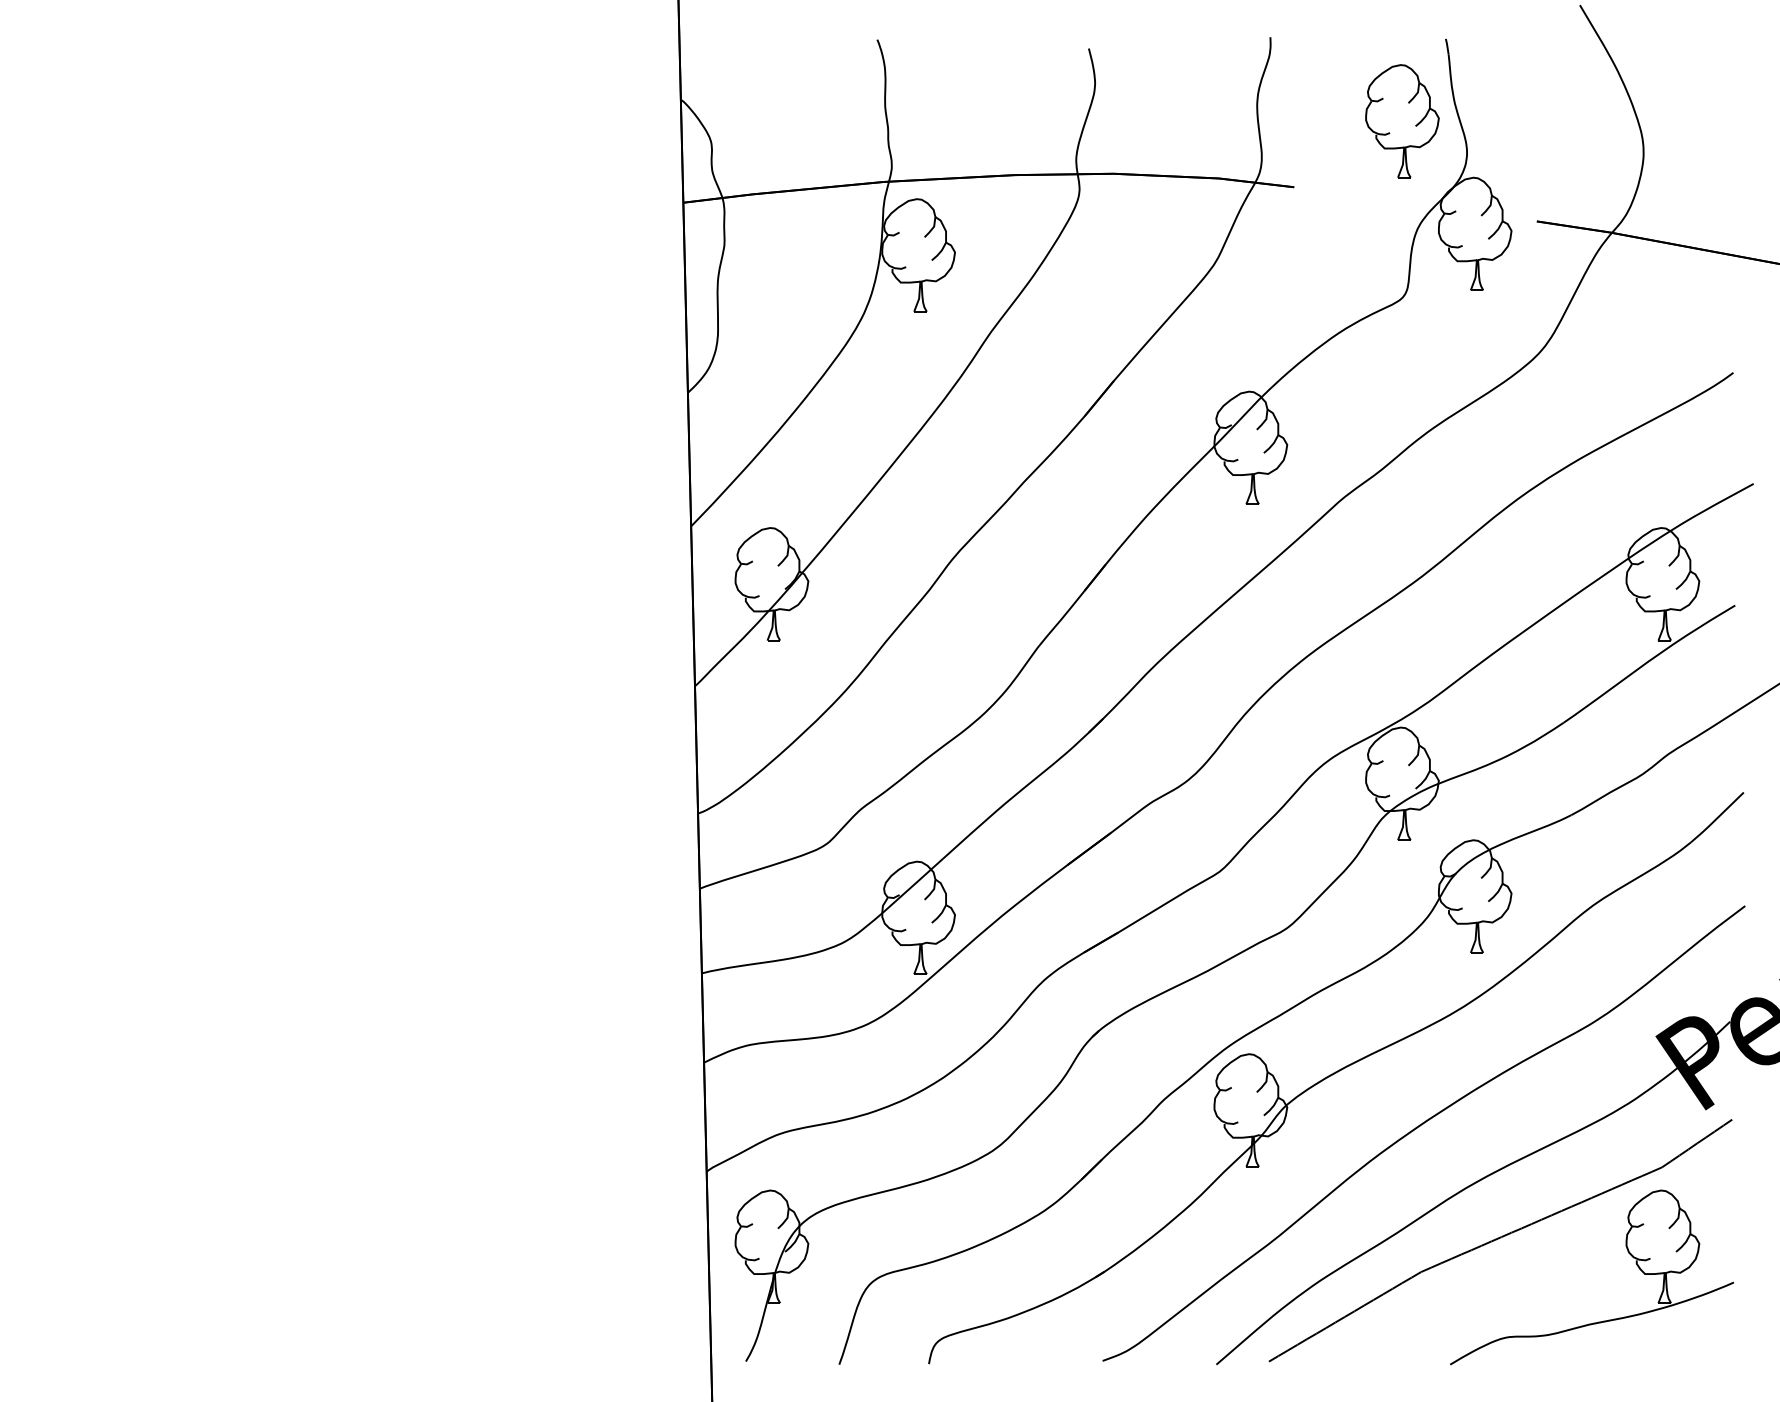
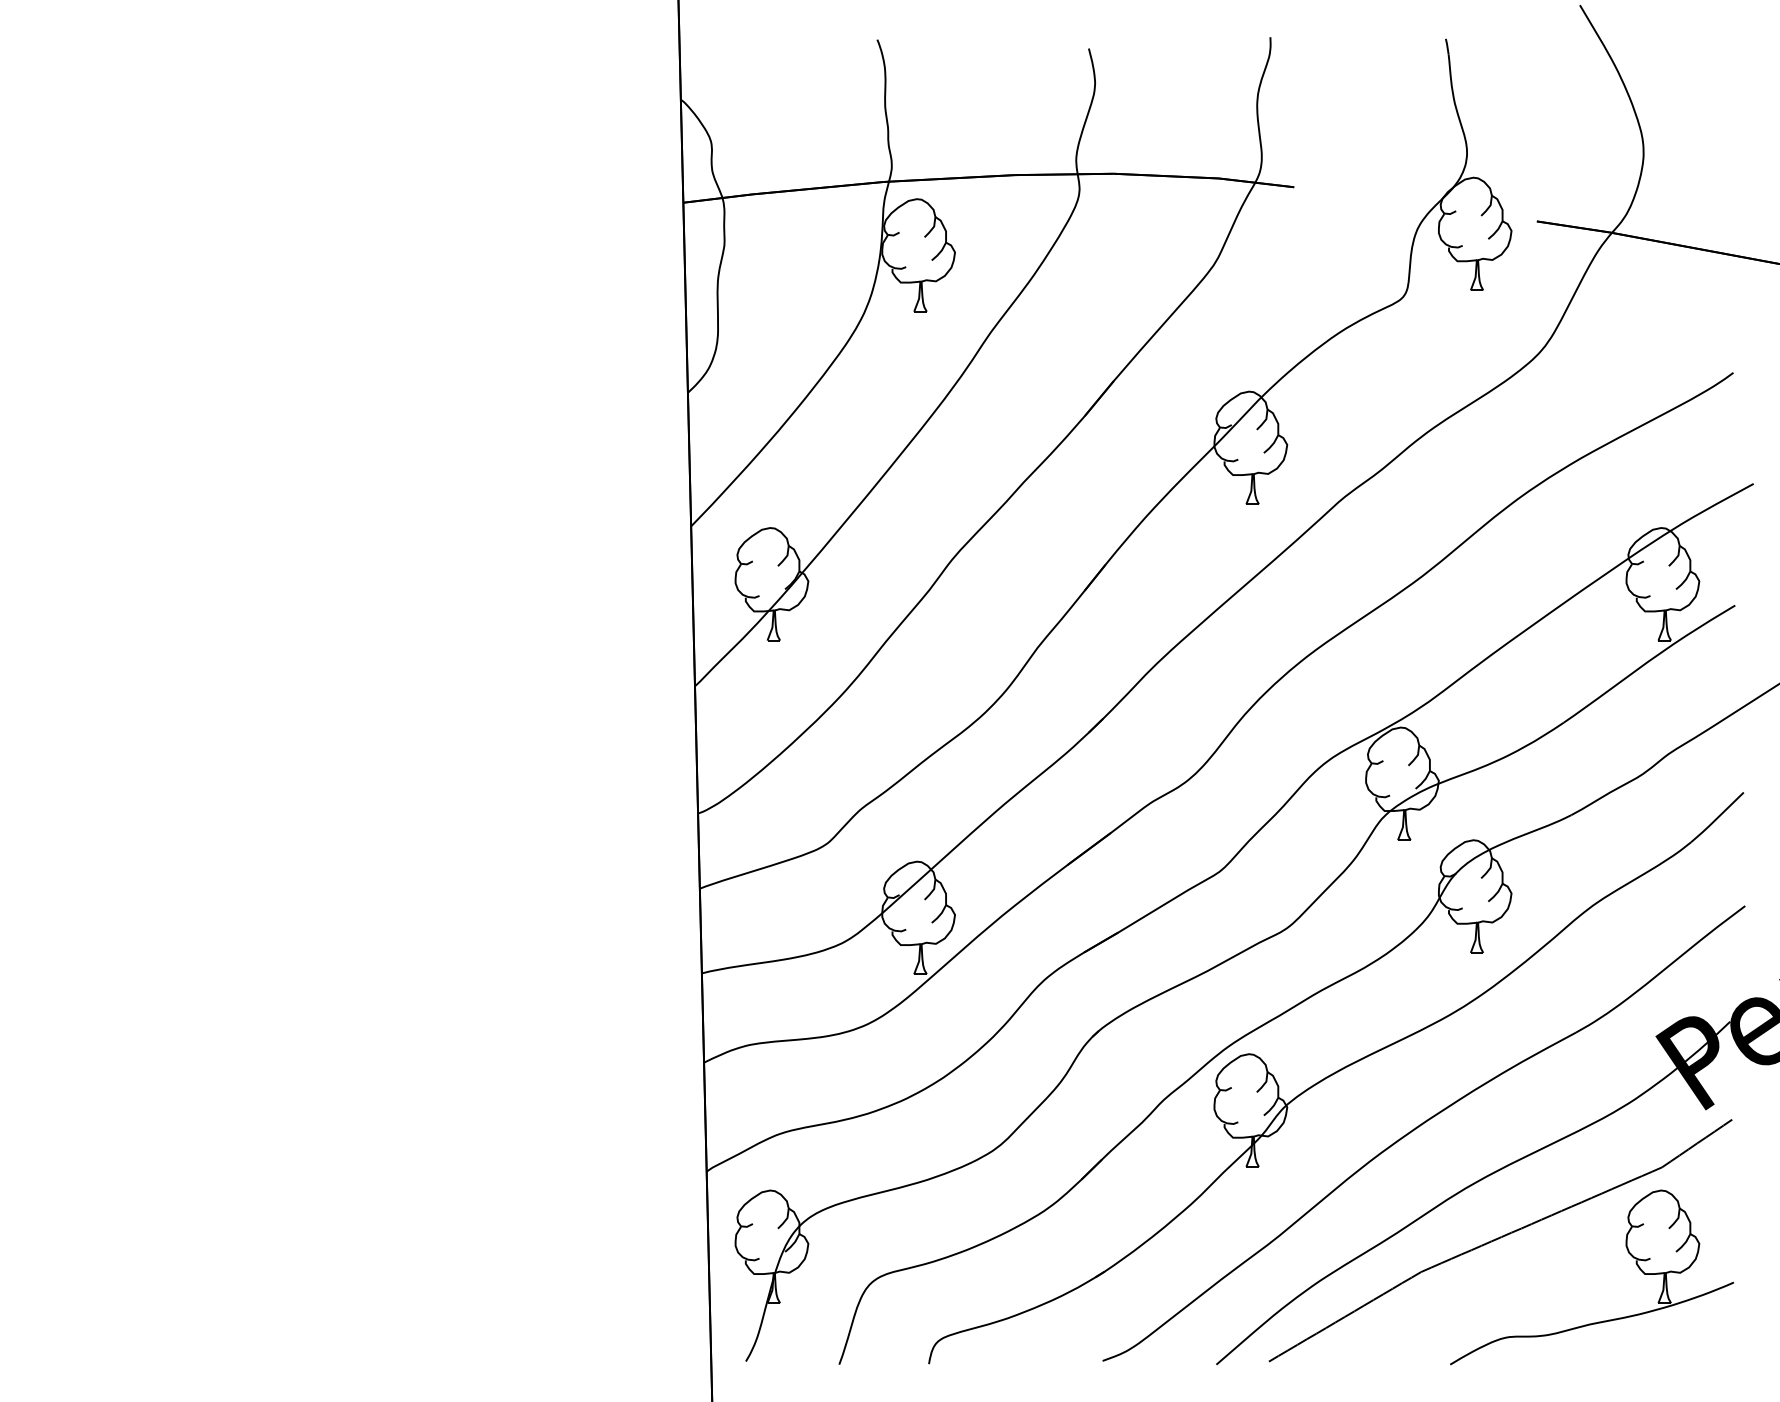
part at (1402, 121): present -> none
